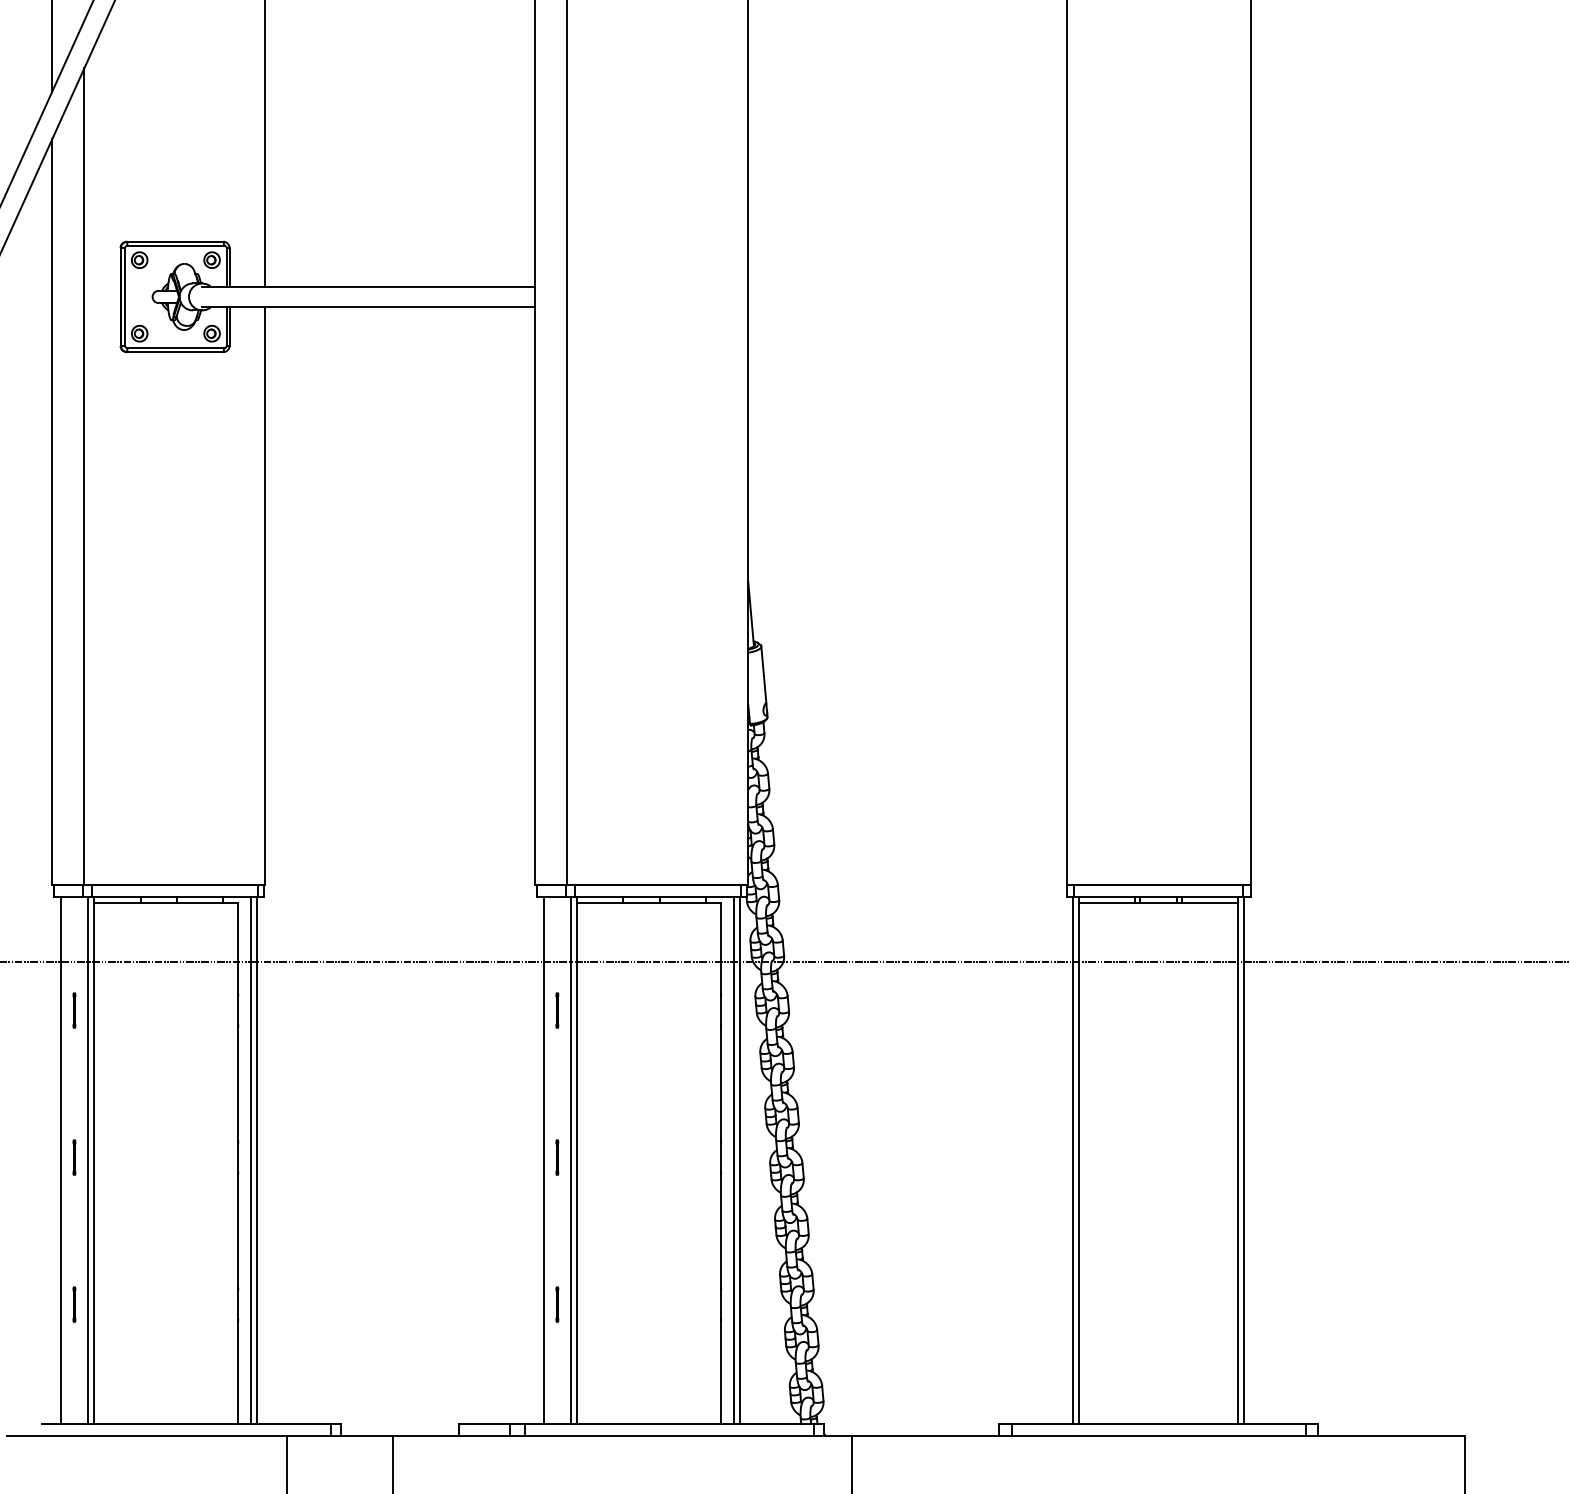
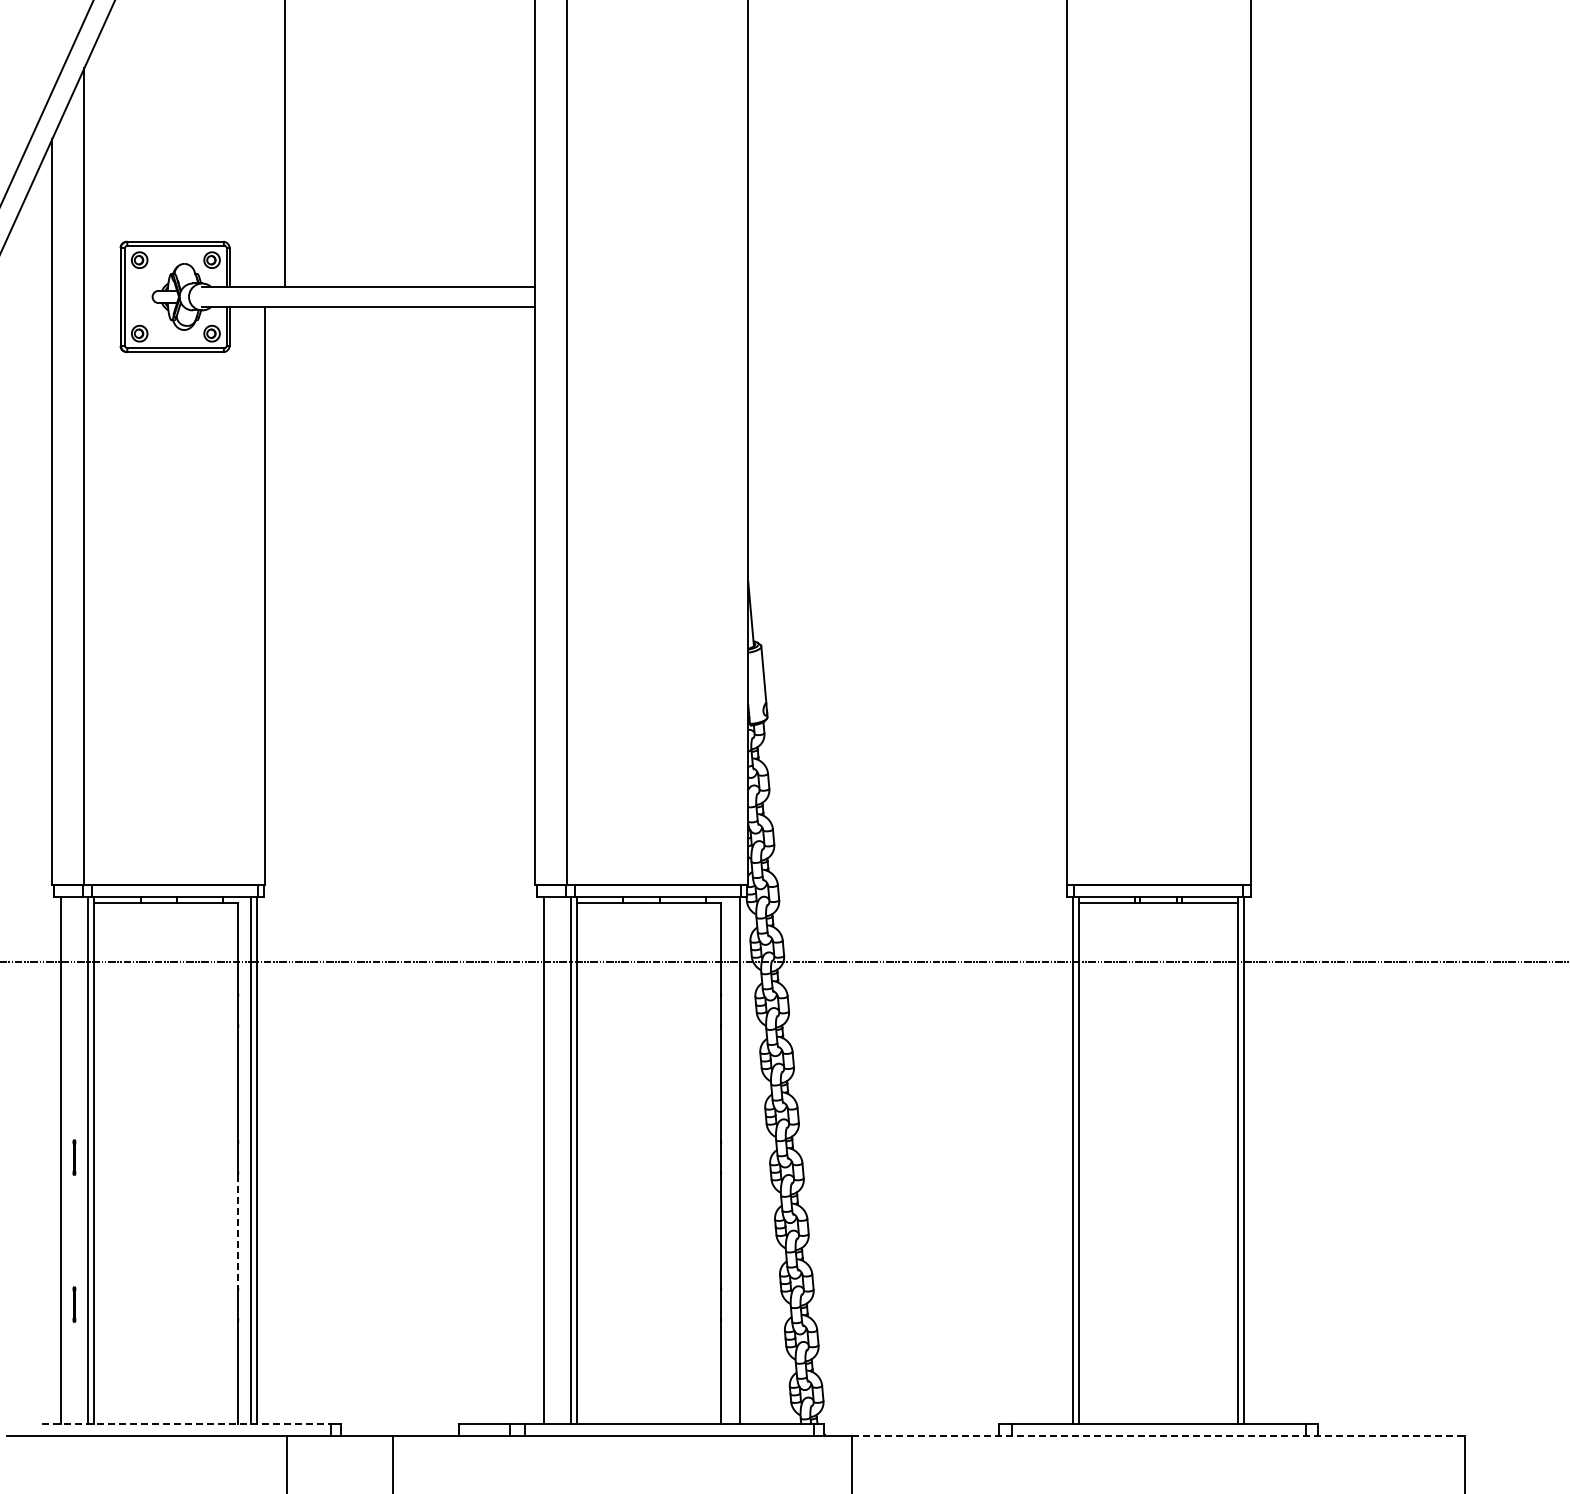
line at (52, 46): present -> none
line at (265, 144) position: (265, 144) -> (285, 144)
line at (74, 1010): present -> none
line at (557, 1010): present -> none
line at (557, 1157): present -> none
line at (734, 1160): present -> none
line at (237, 1231): solid -> dashed
line at (557, 1304): present -> none
line at (186, 1424): solid -> dashed
line at (1159, 1436): solid -> dashed
